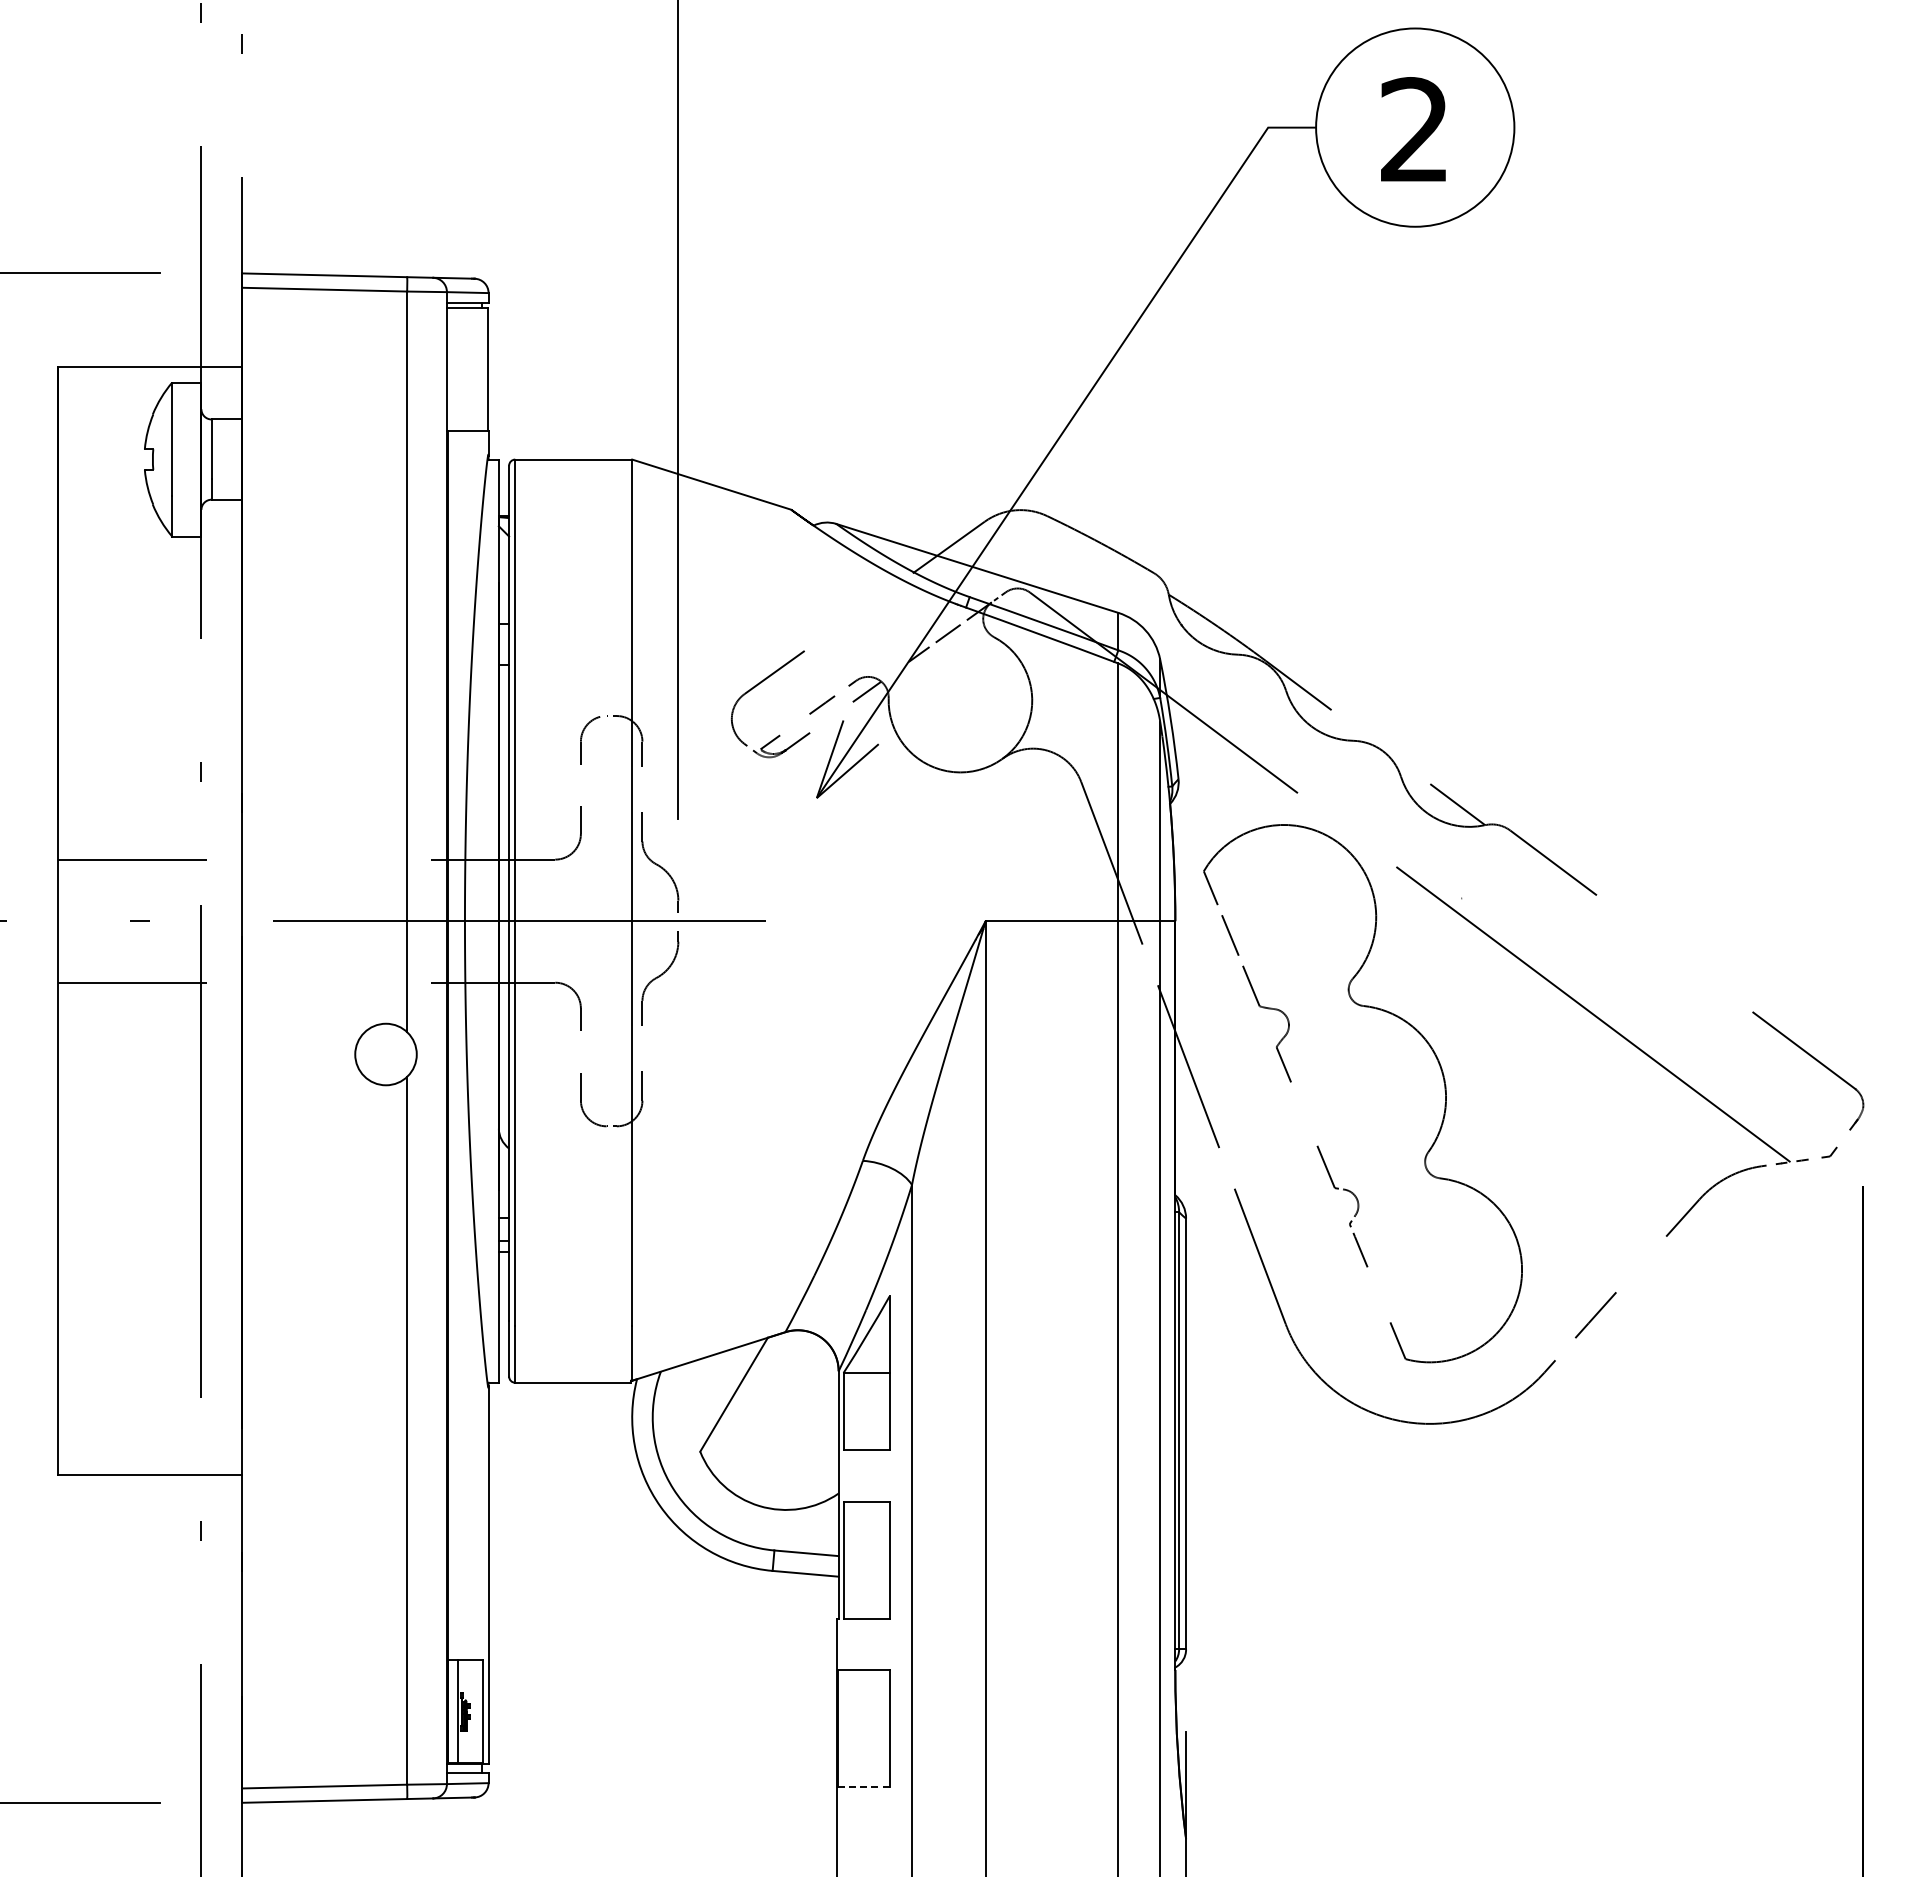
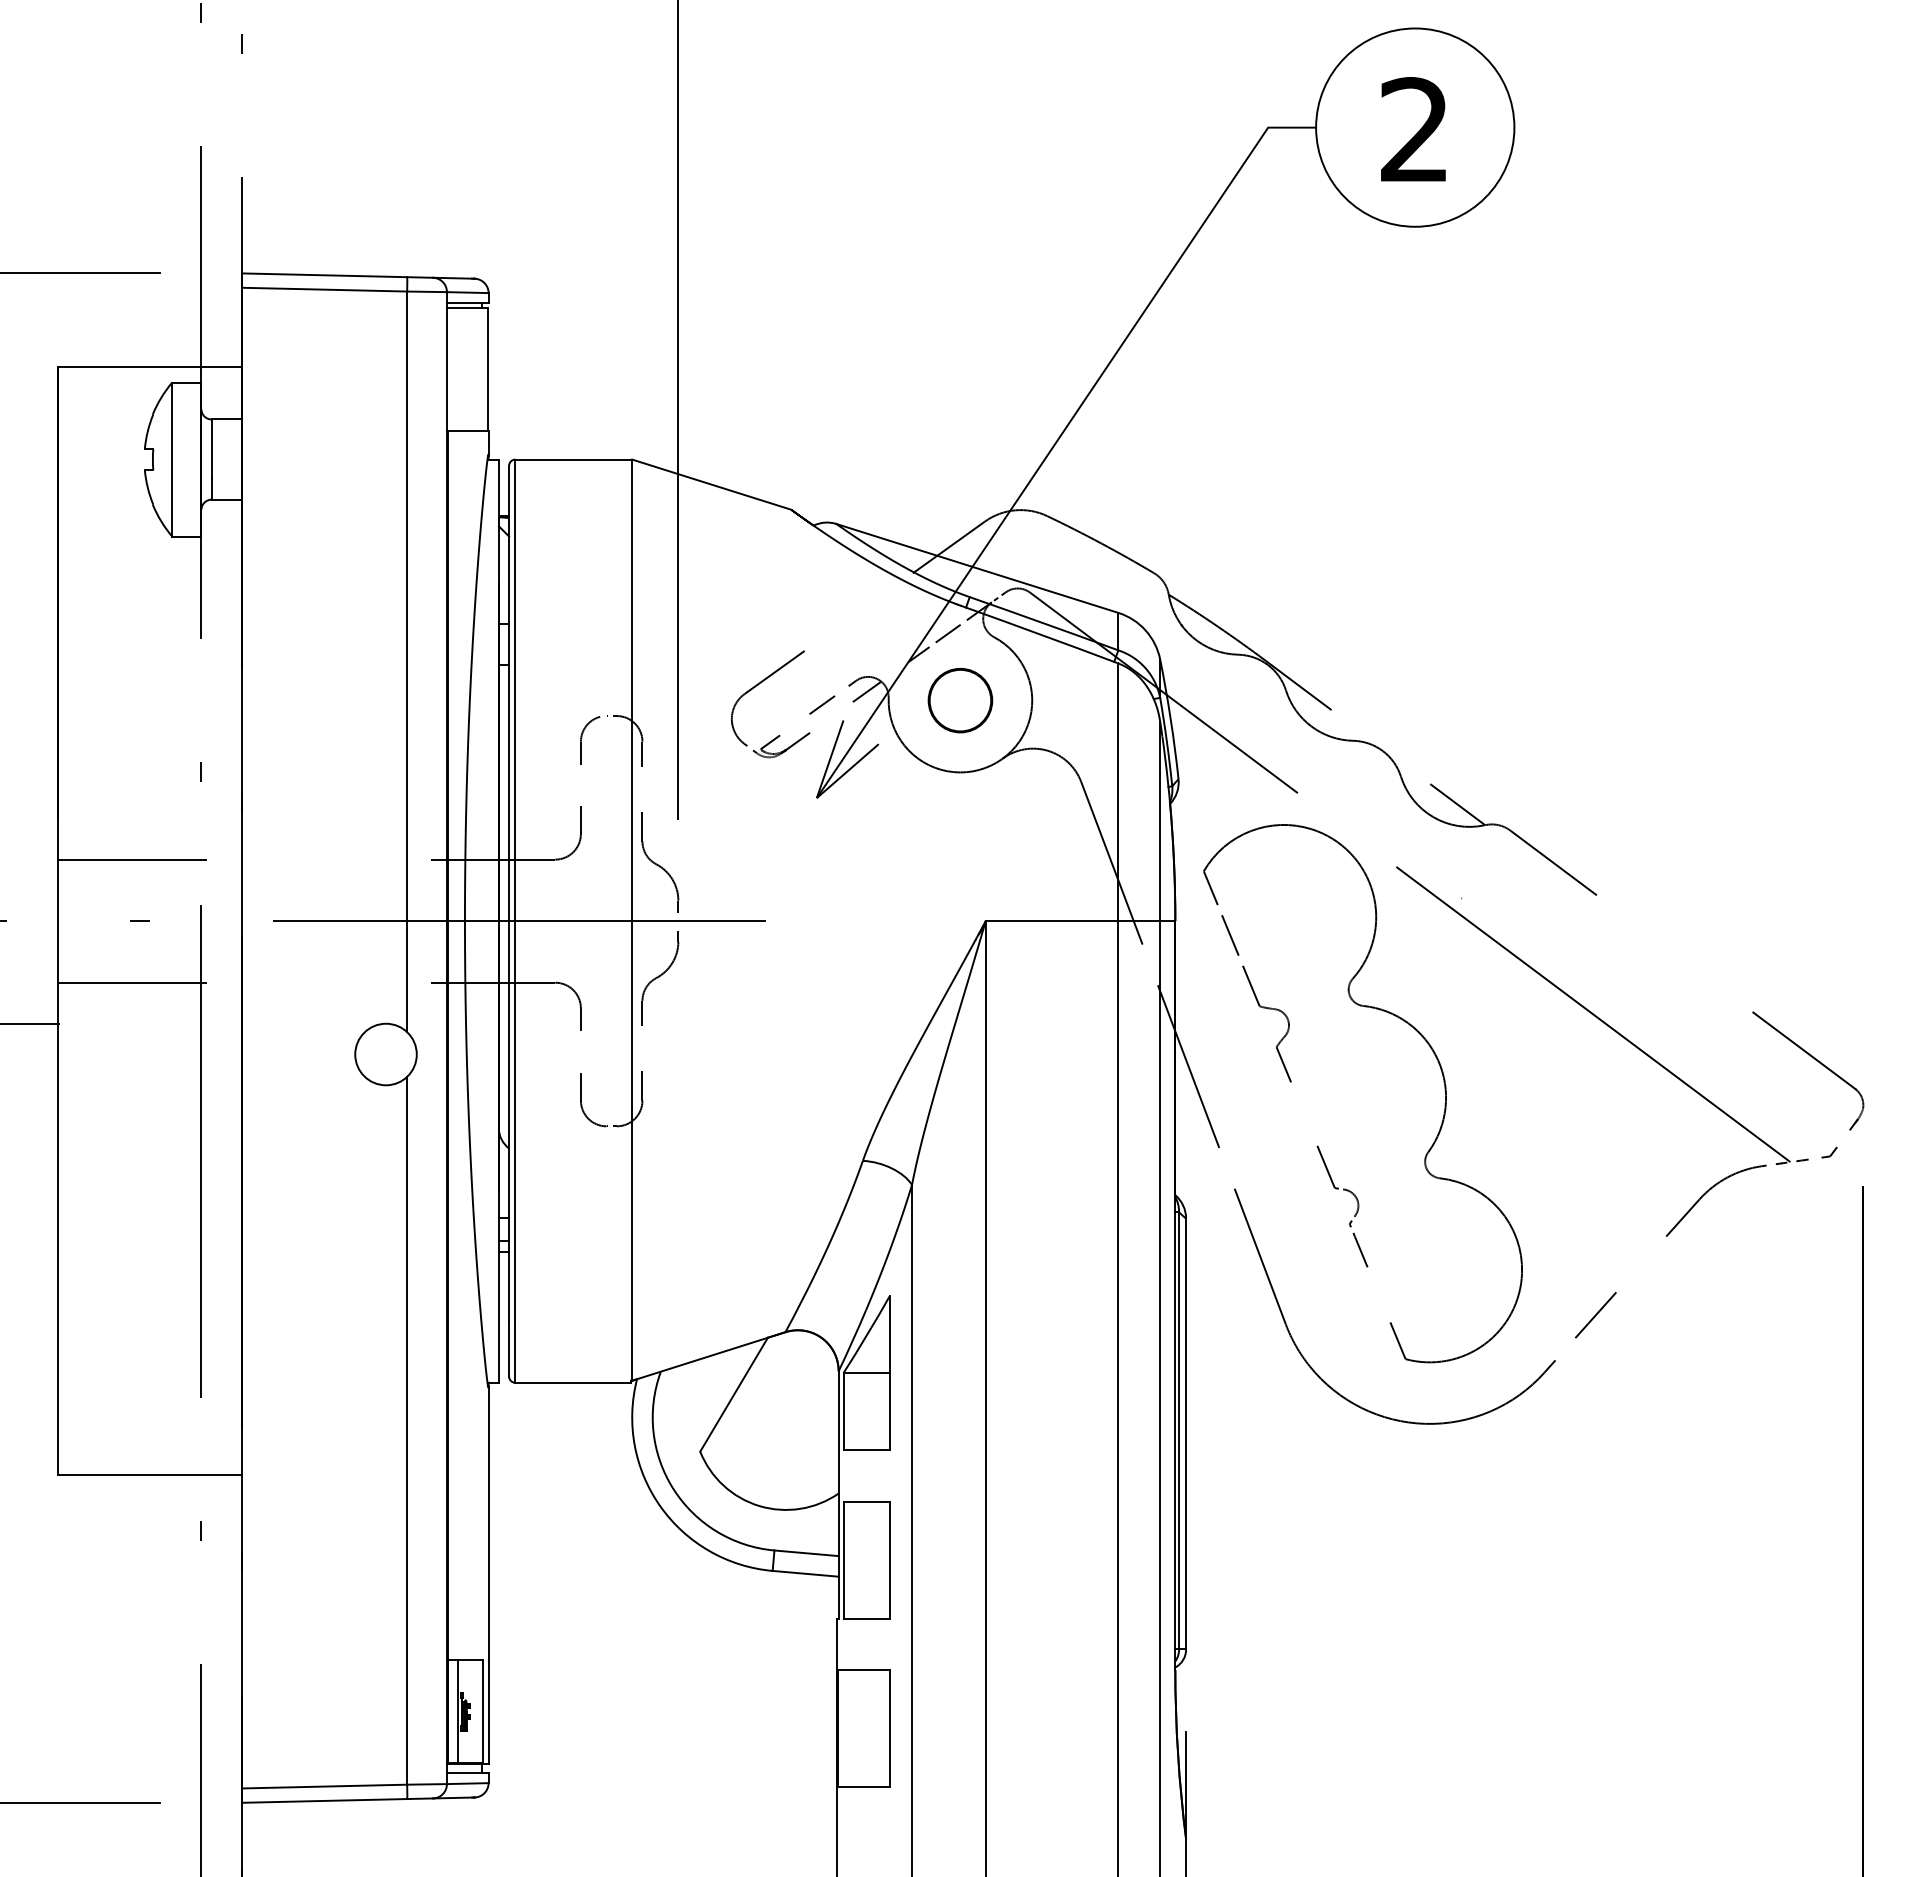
part at (960, 700): none -> present
line at (30, 1023): none -> present
line at (863, 1786): dashed -> solid
